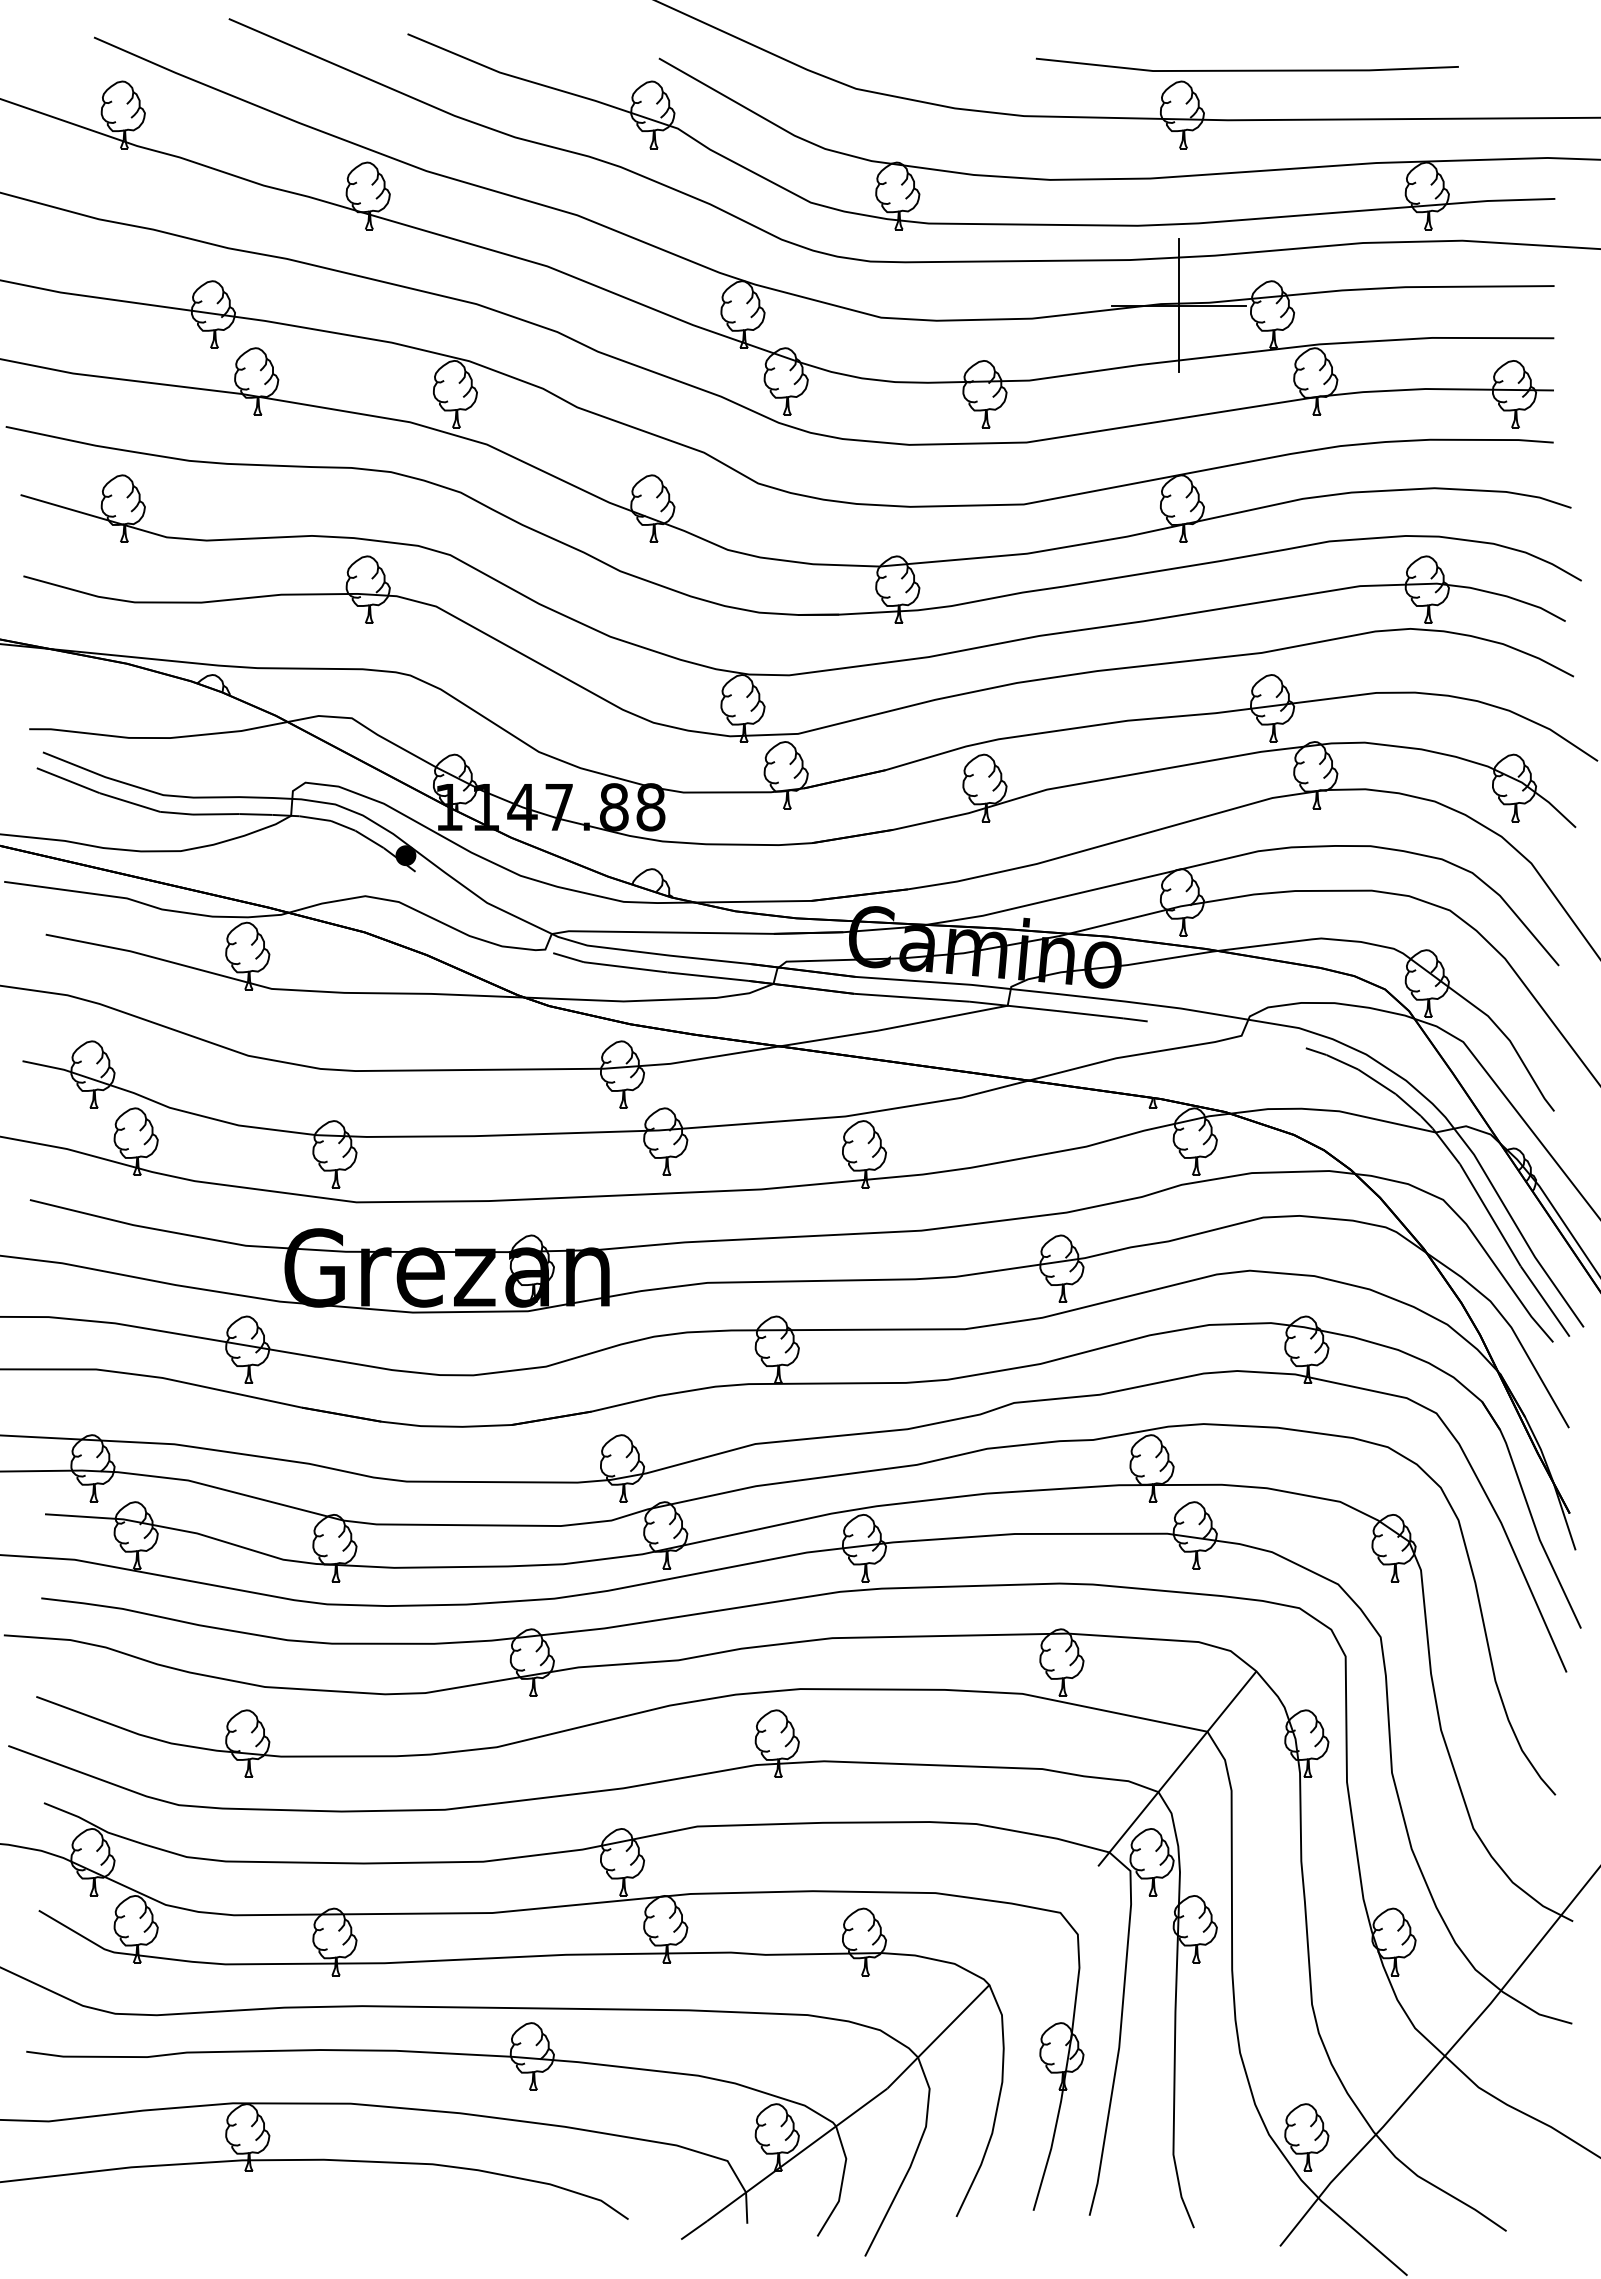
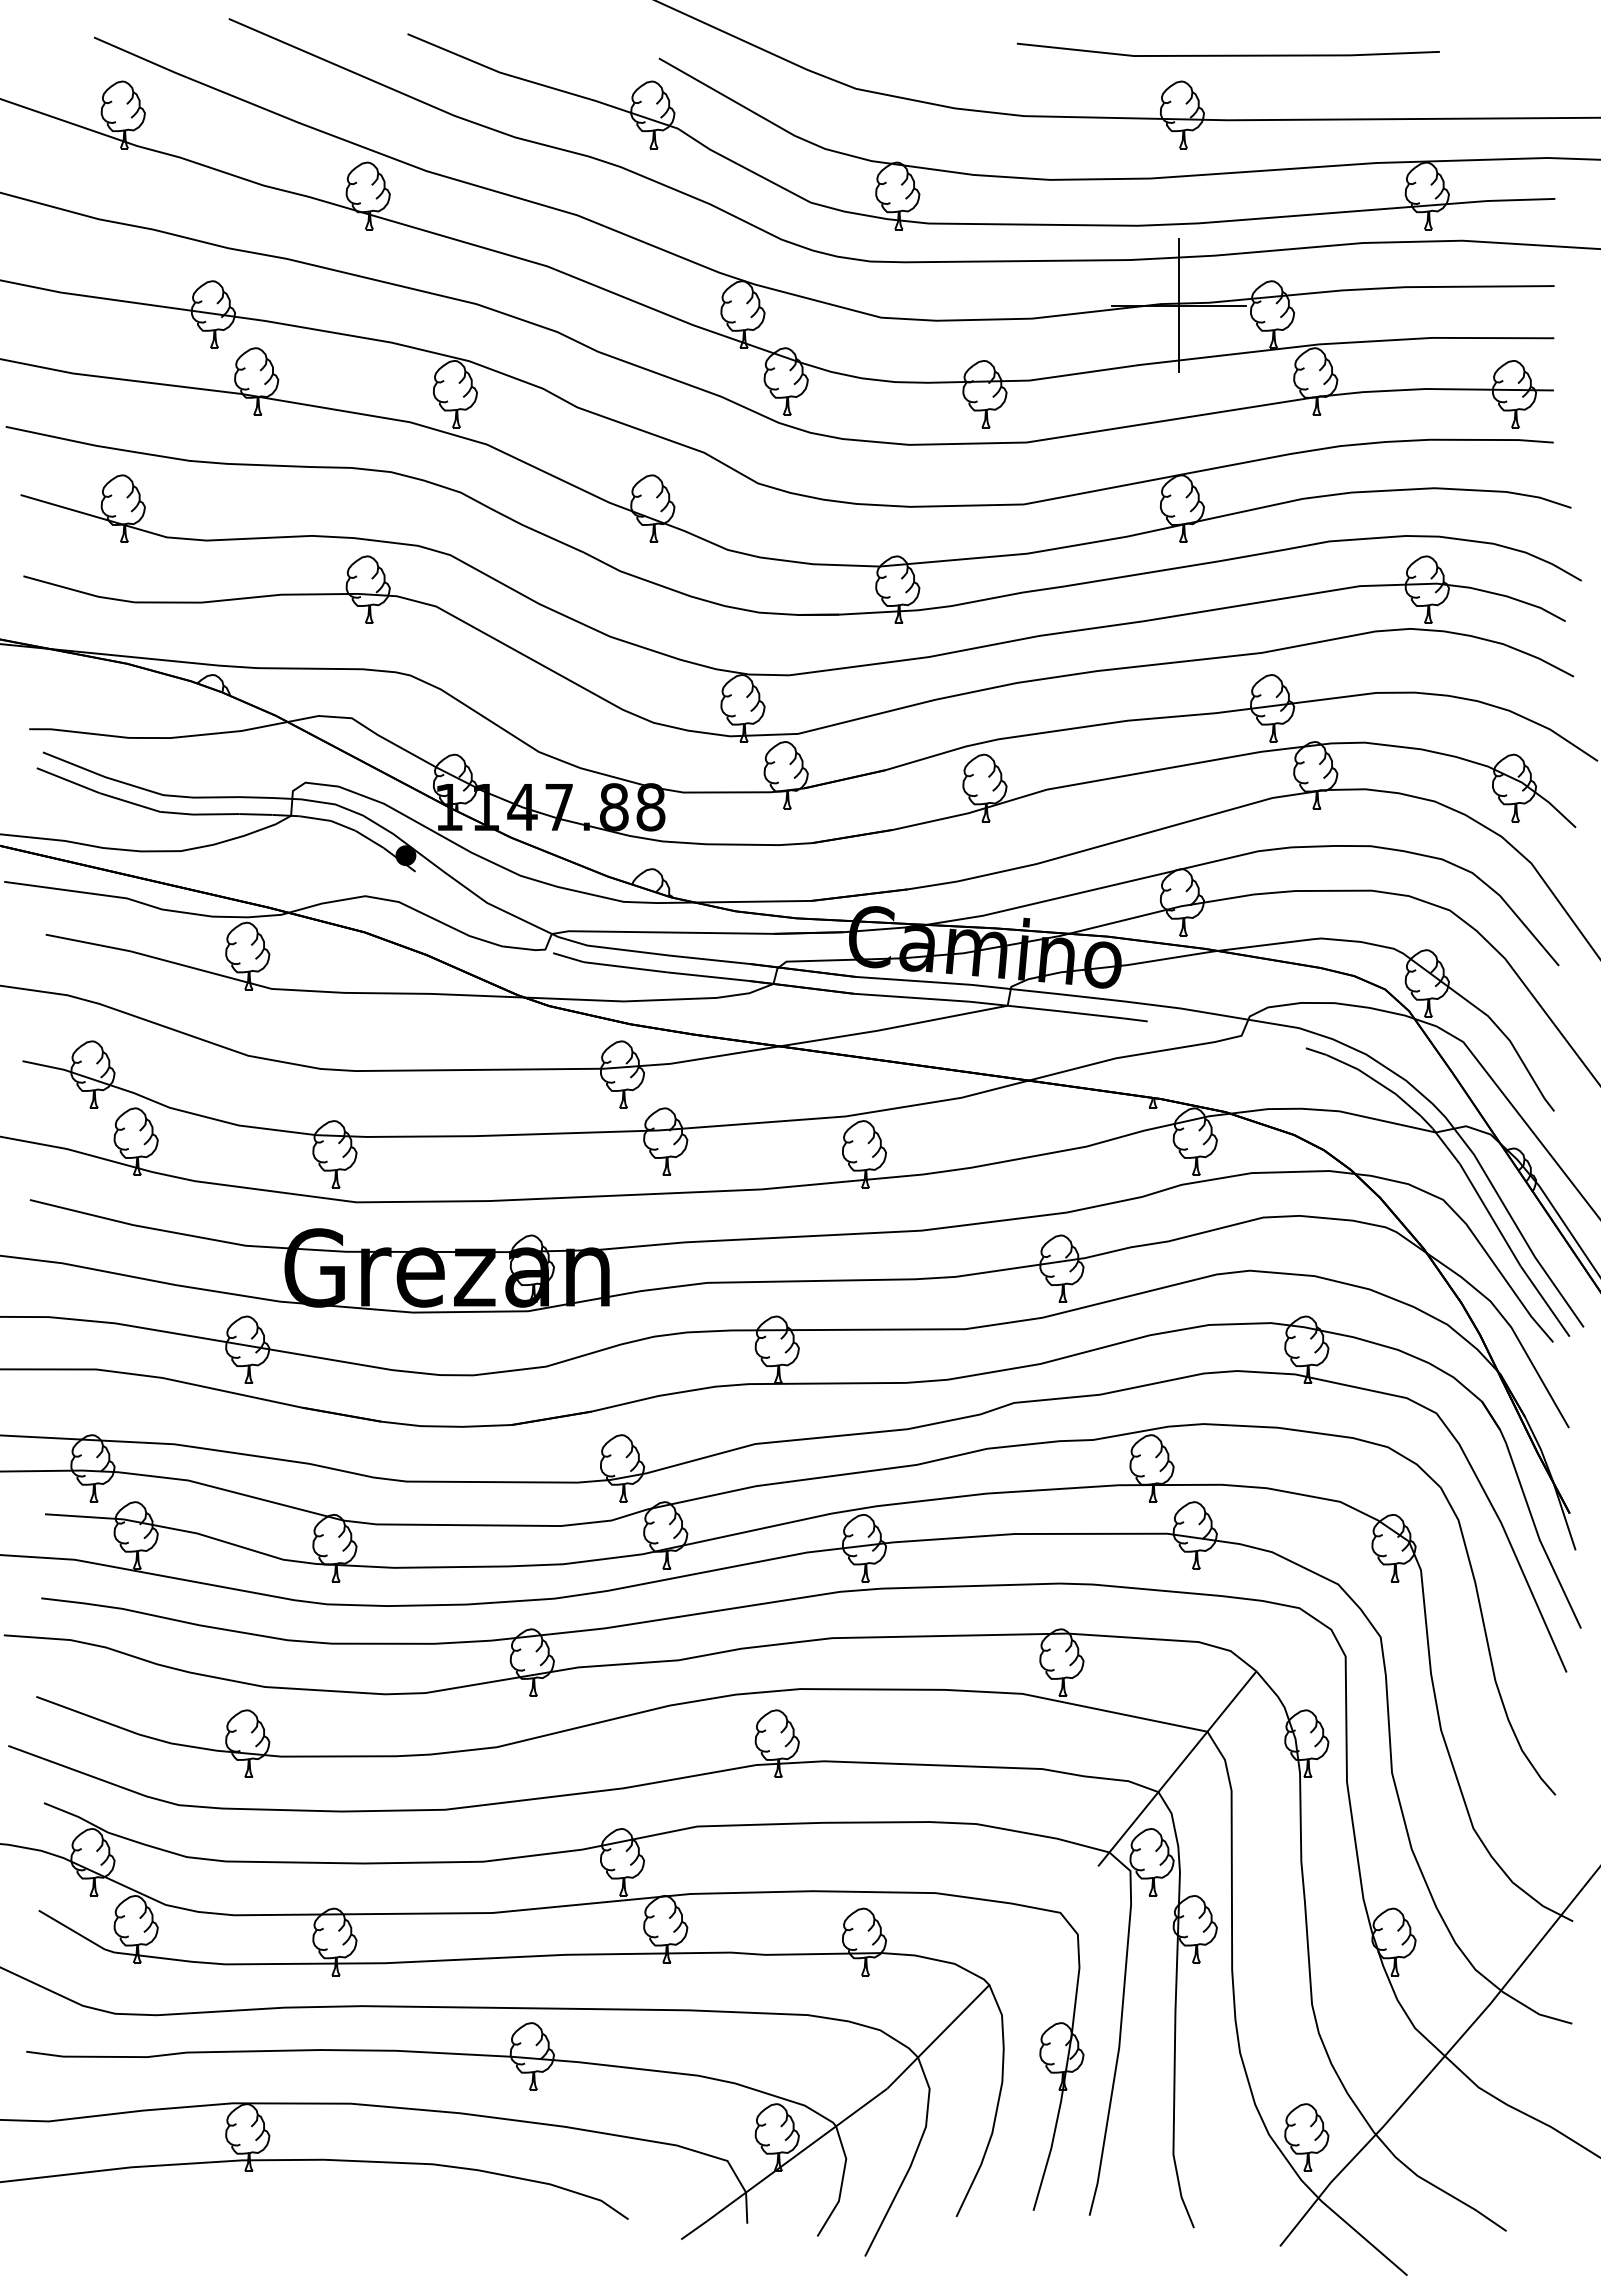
line at (1246, 69) position: (1246, 69) -> (1227, 54)
